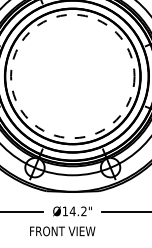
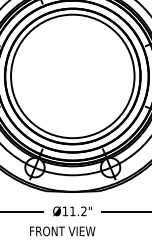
circle at (72, 76): dashed -> solid
text at (72, 211): Ø14.2" -> Ø11.2"
